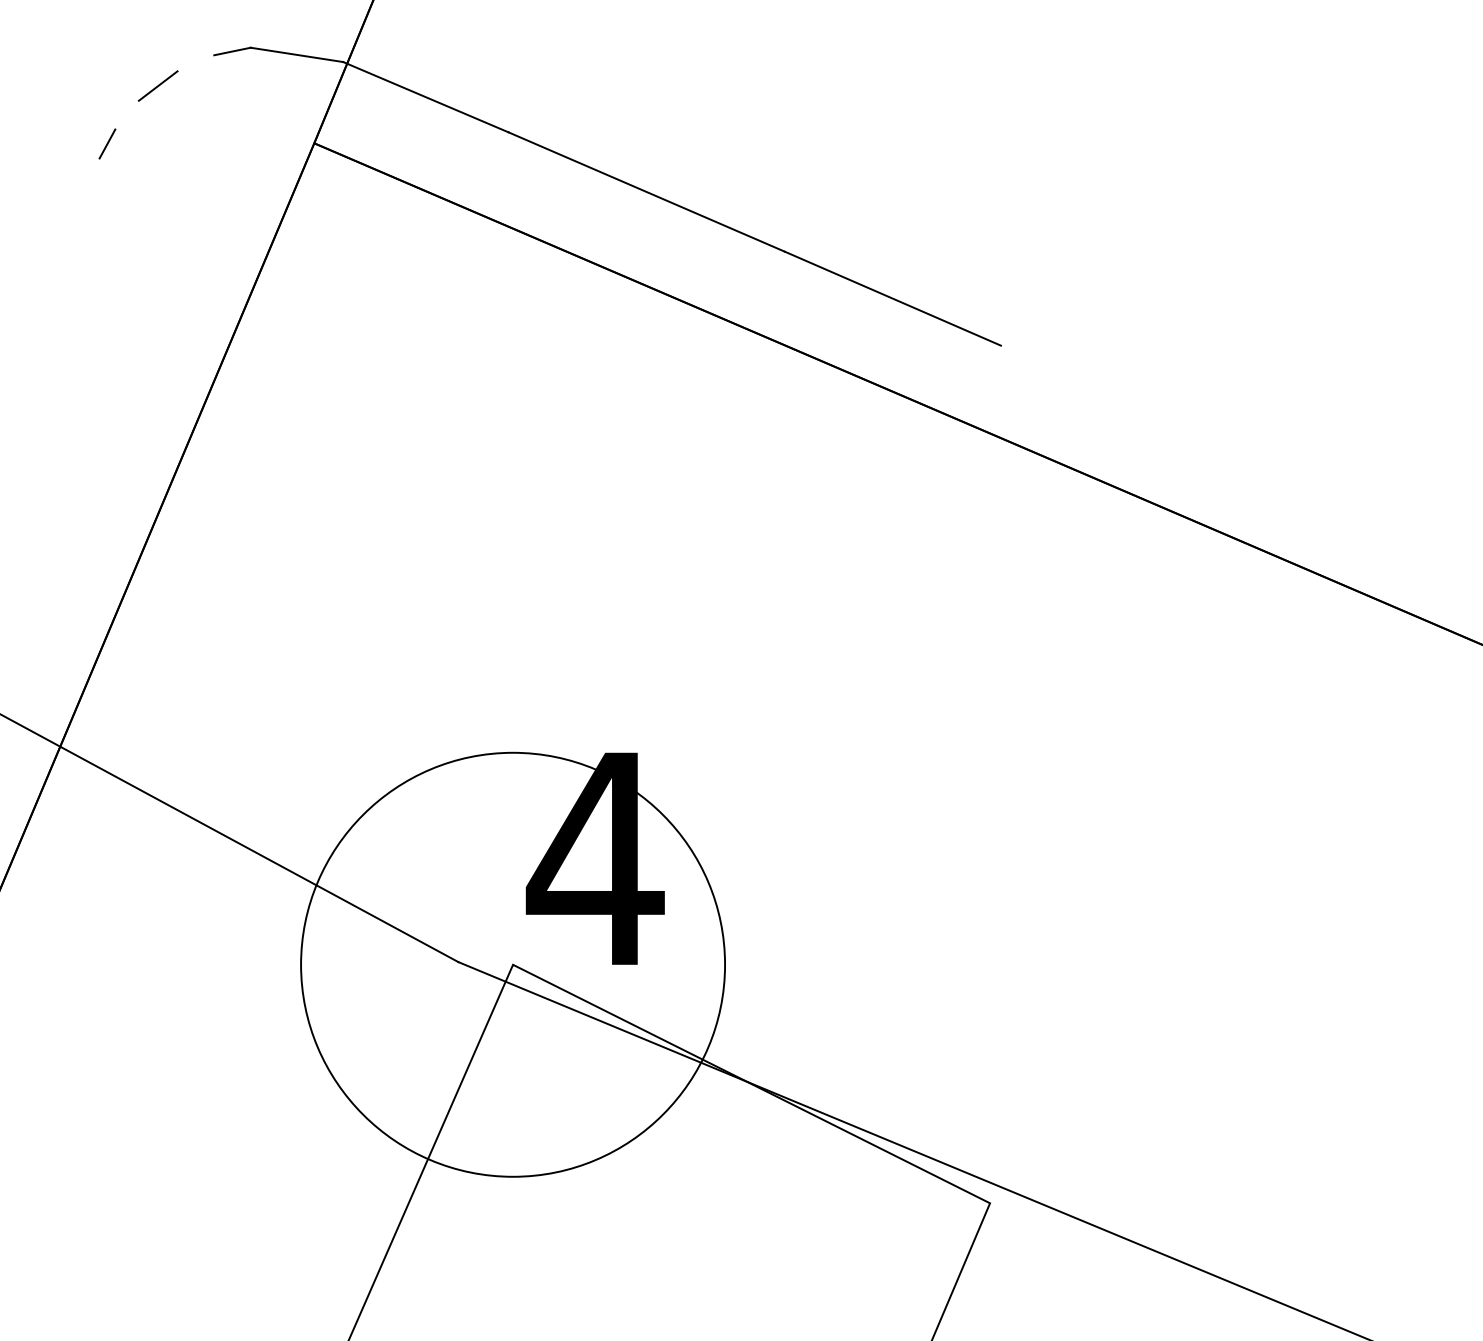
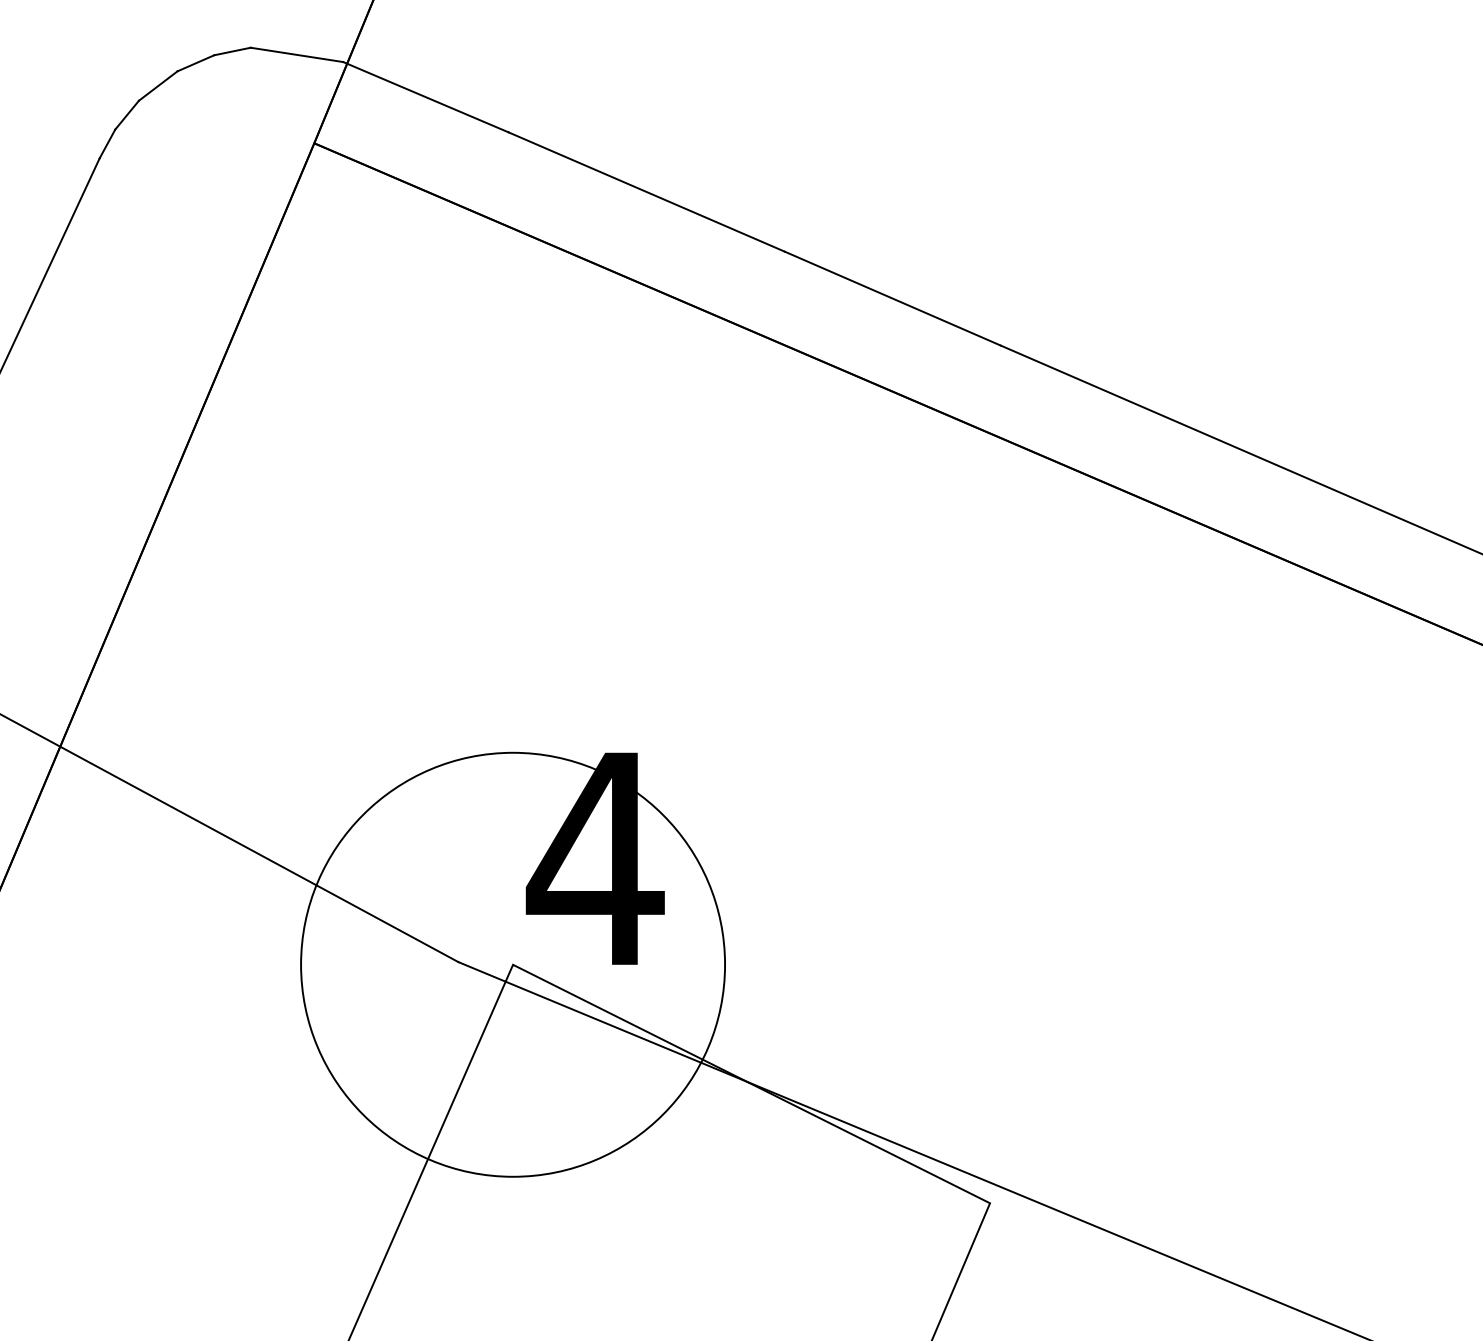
line at (195, 63): none -> present
line at (126, 114): none -> present
line at (50, 263): none -> present
line at (1239, 448): none -> present
